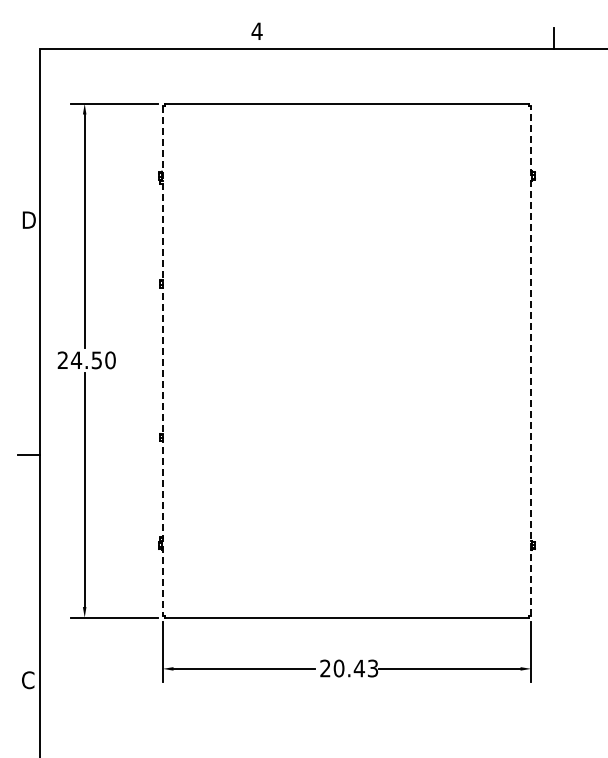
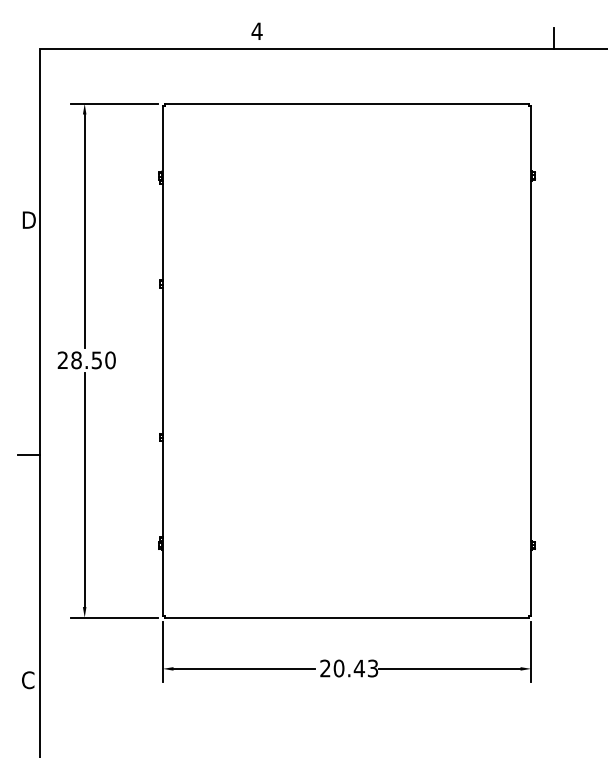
text at (76, 360): 24.50 -> 28.50
line at (162, 360): dashed -> solid
line at (531, 360): dashed -> solid
